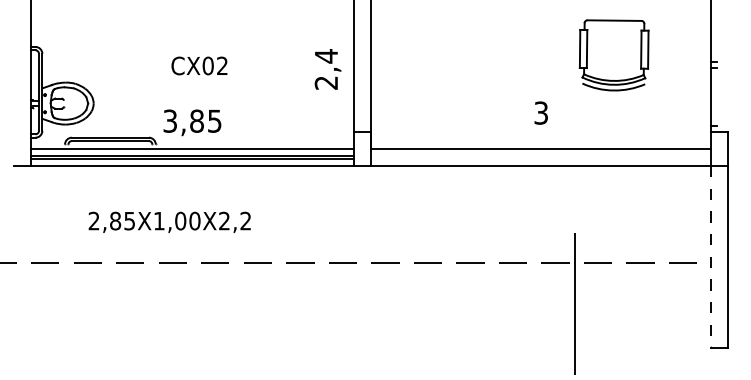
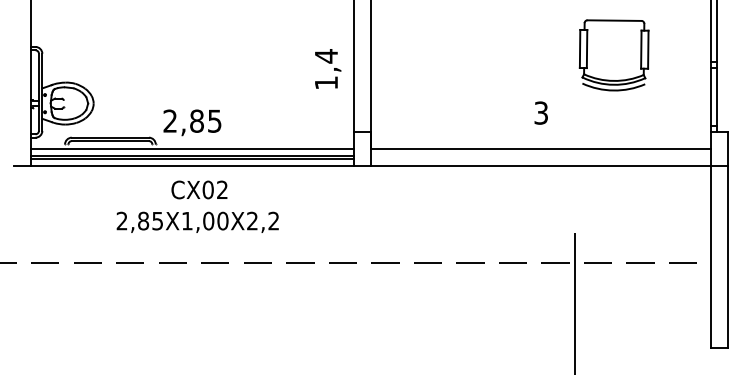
text at (199, 65) position: (199, 65) -> (199, 189)
line at (717, 67): none -> present
text at (325, 82): 2,4 -> 1,4
text at (169, 120): 3,85 -> 2,85
text at (169, 221) position: (169, 221) -> (197, 221)
line at (711, 257): dashed -> solid
